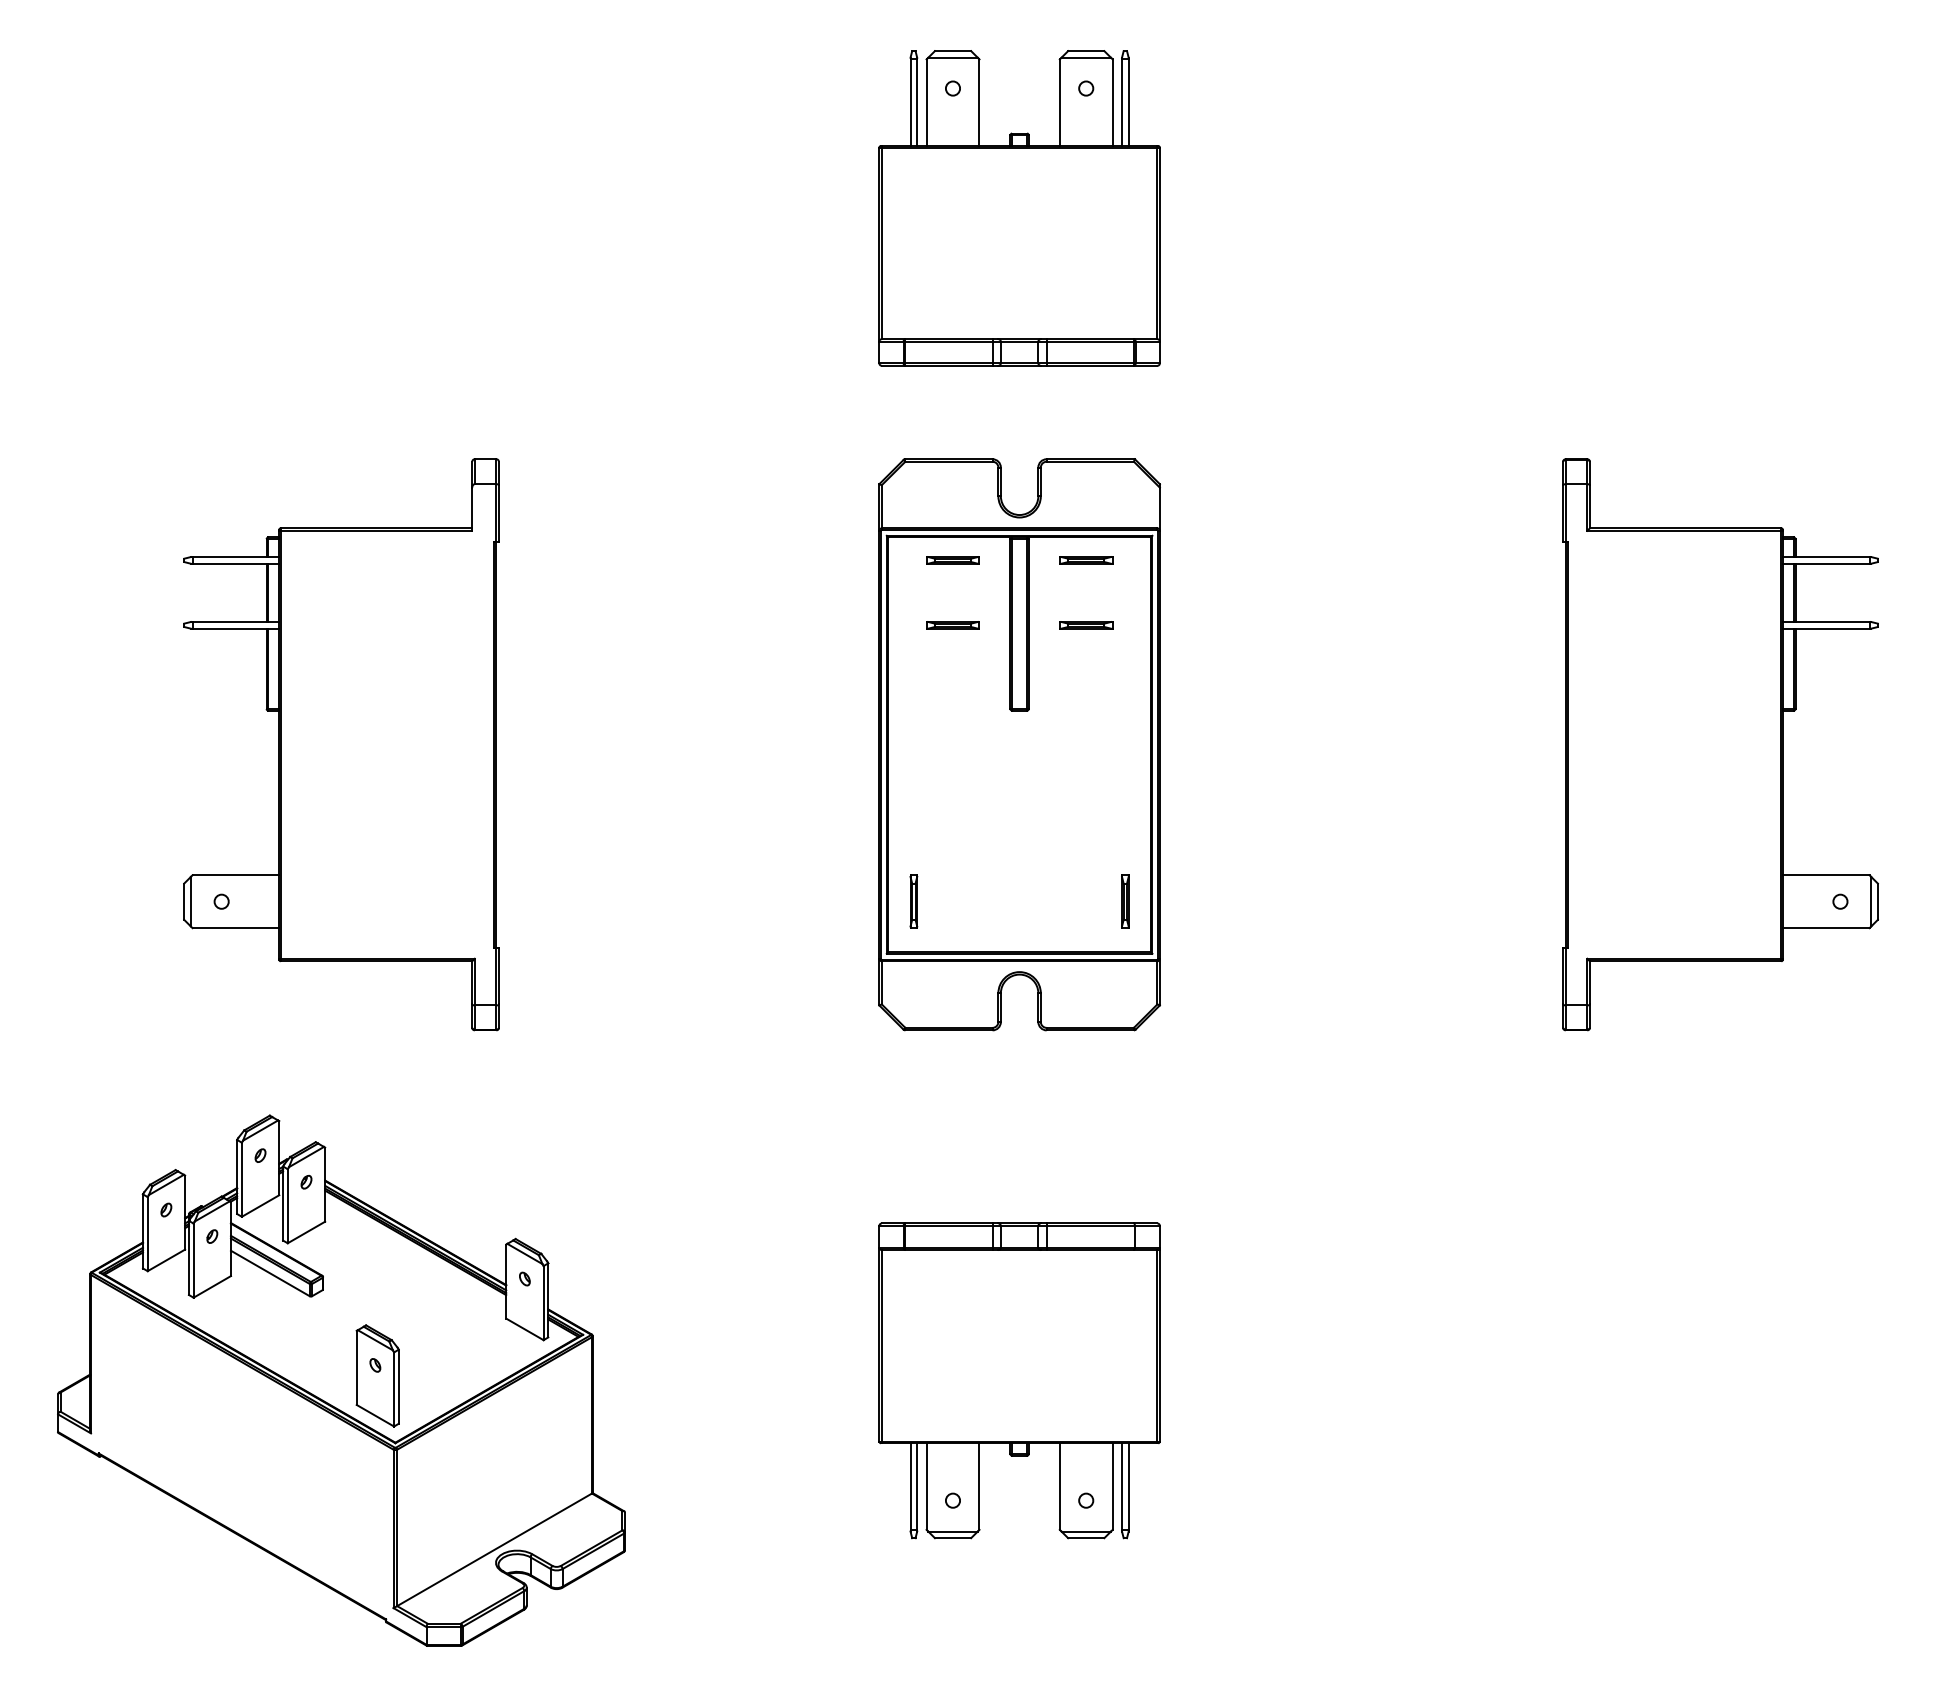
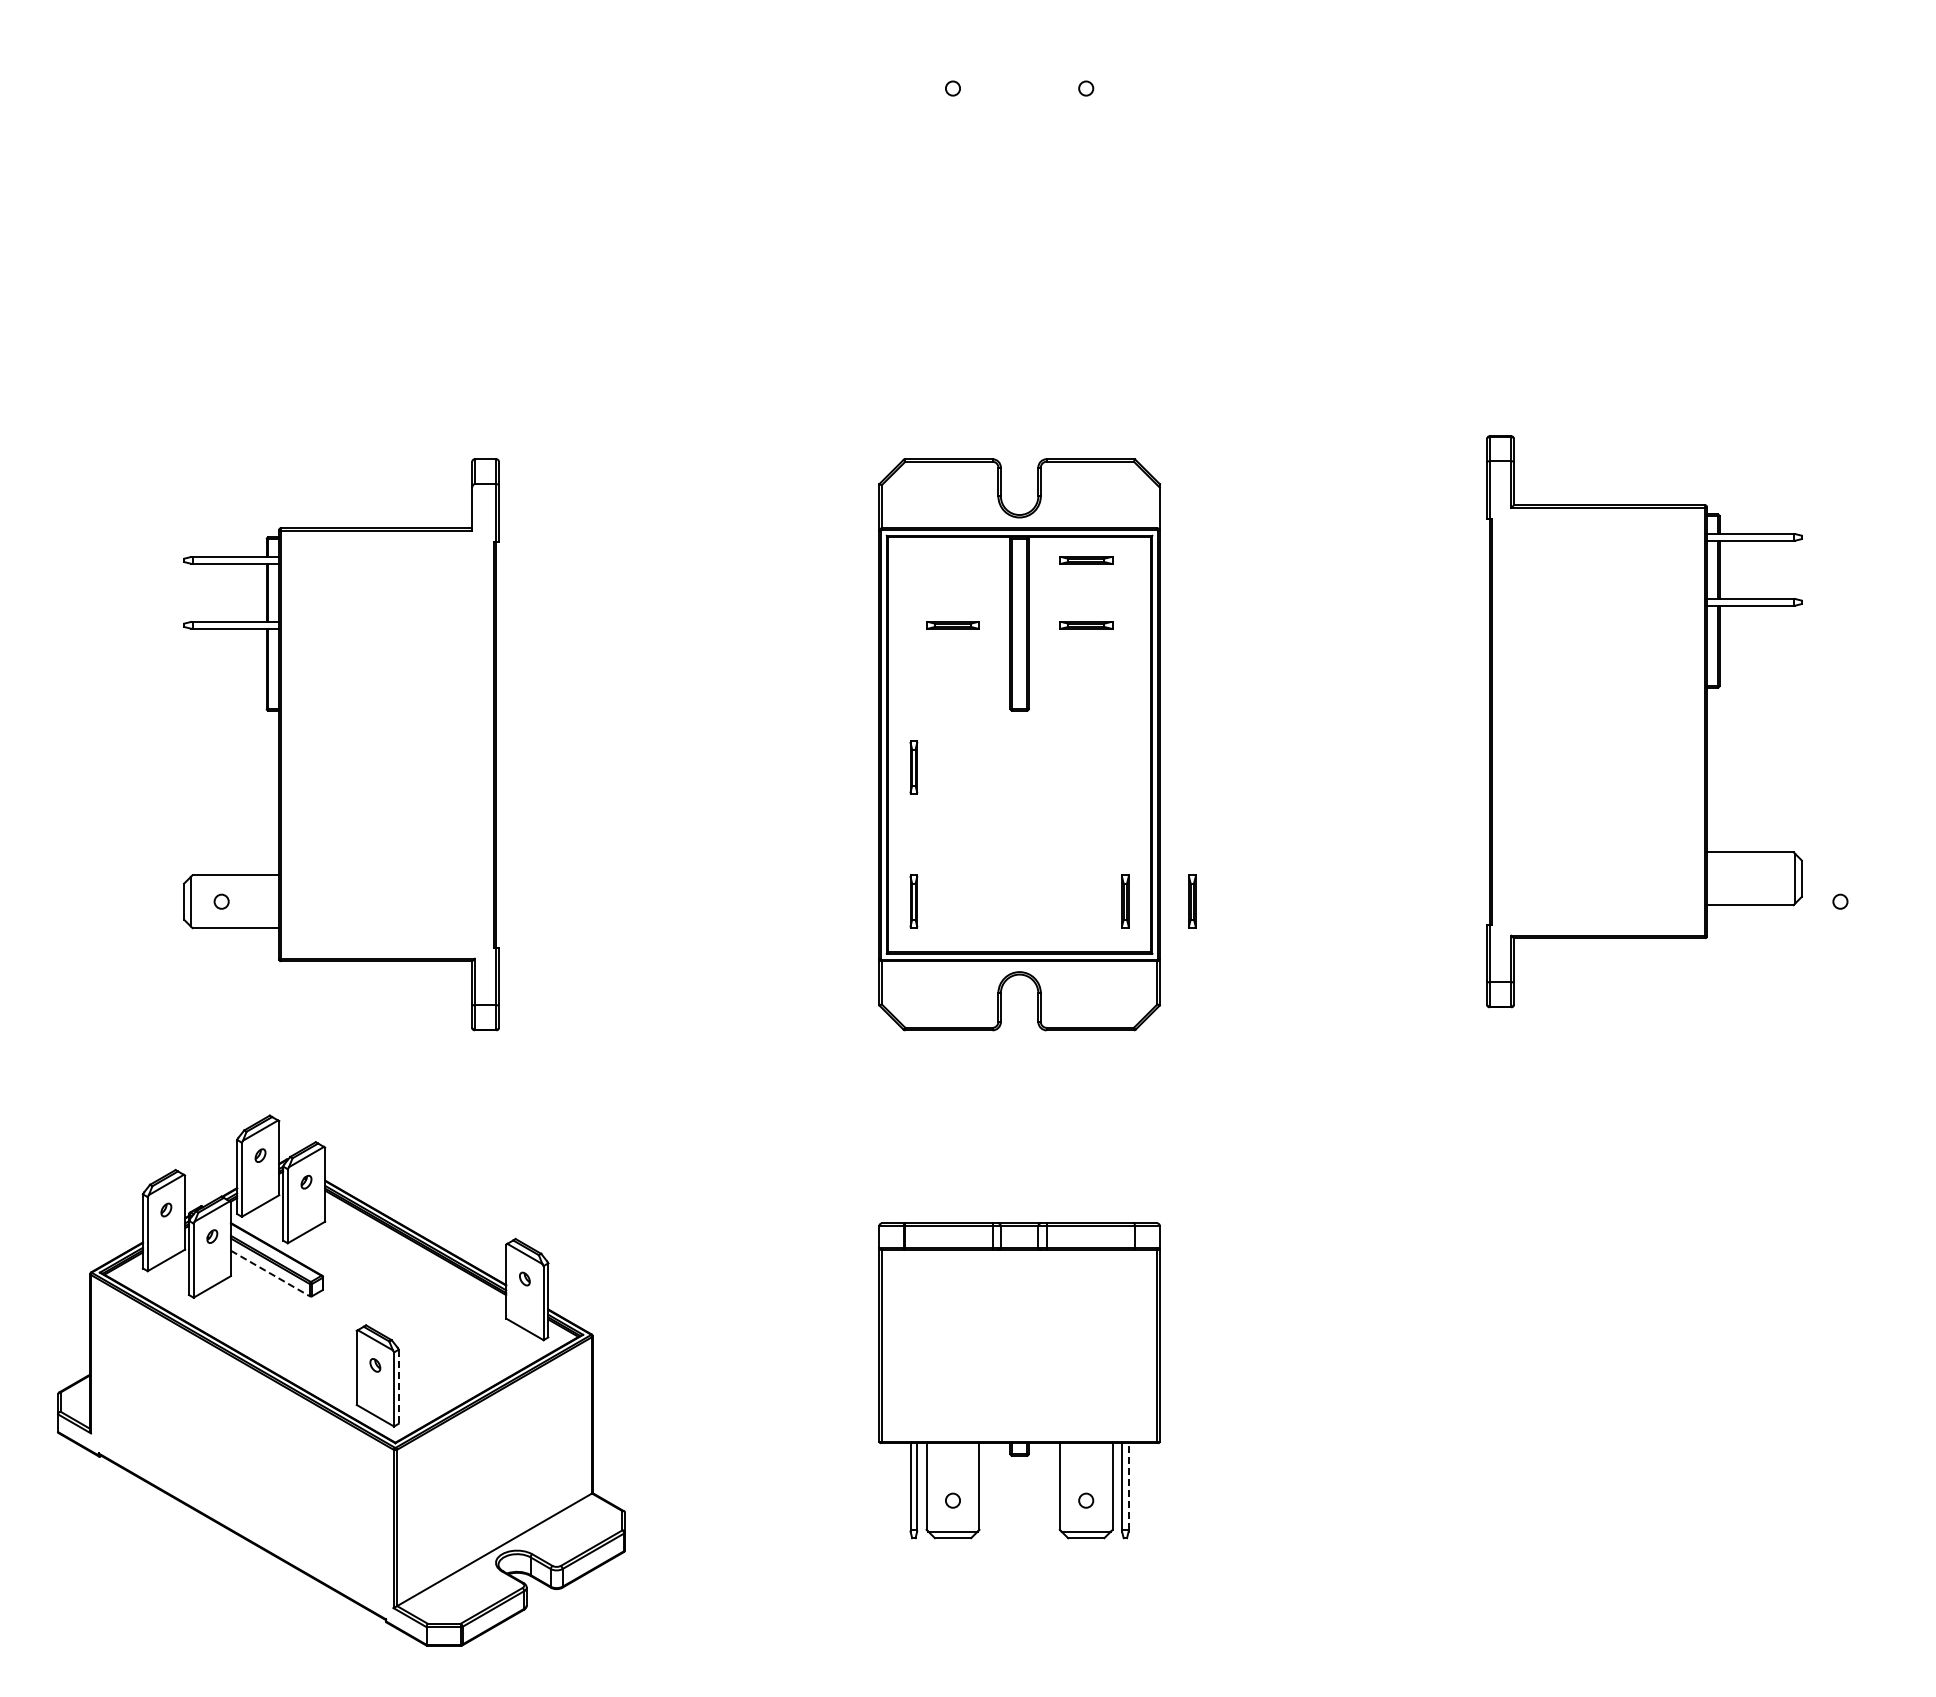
part at (1019, 208): present -> none
part at (952, 560): present -> none
part at (1720, 744) position: (1720, 744) -> (1644, 721)
part at (913, 767): none -> present
part at (1192, 901): none -> present
line at (270, 1273): solid -> dashed
line at (398, 1387): solid -> dashed
line at (1128, 1486): solid -> dashed
